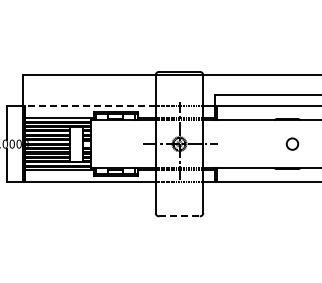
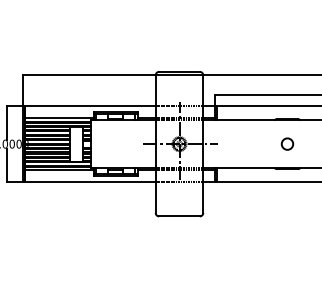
line at (89, 106): dashed -> solid
circle at (292, 143) position: (292, 143) -> (287, 143)
line at (179, 216): dashed -> solid
